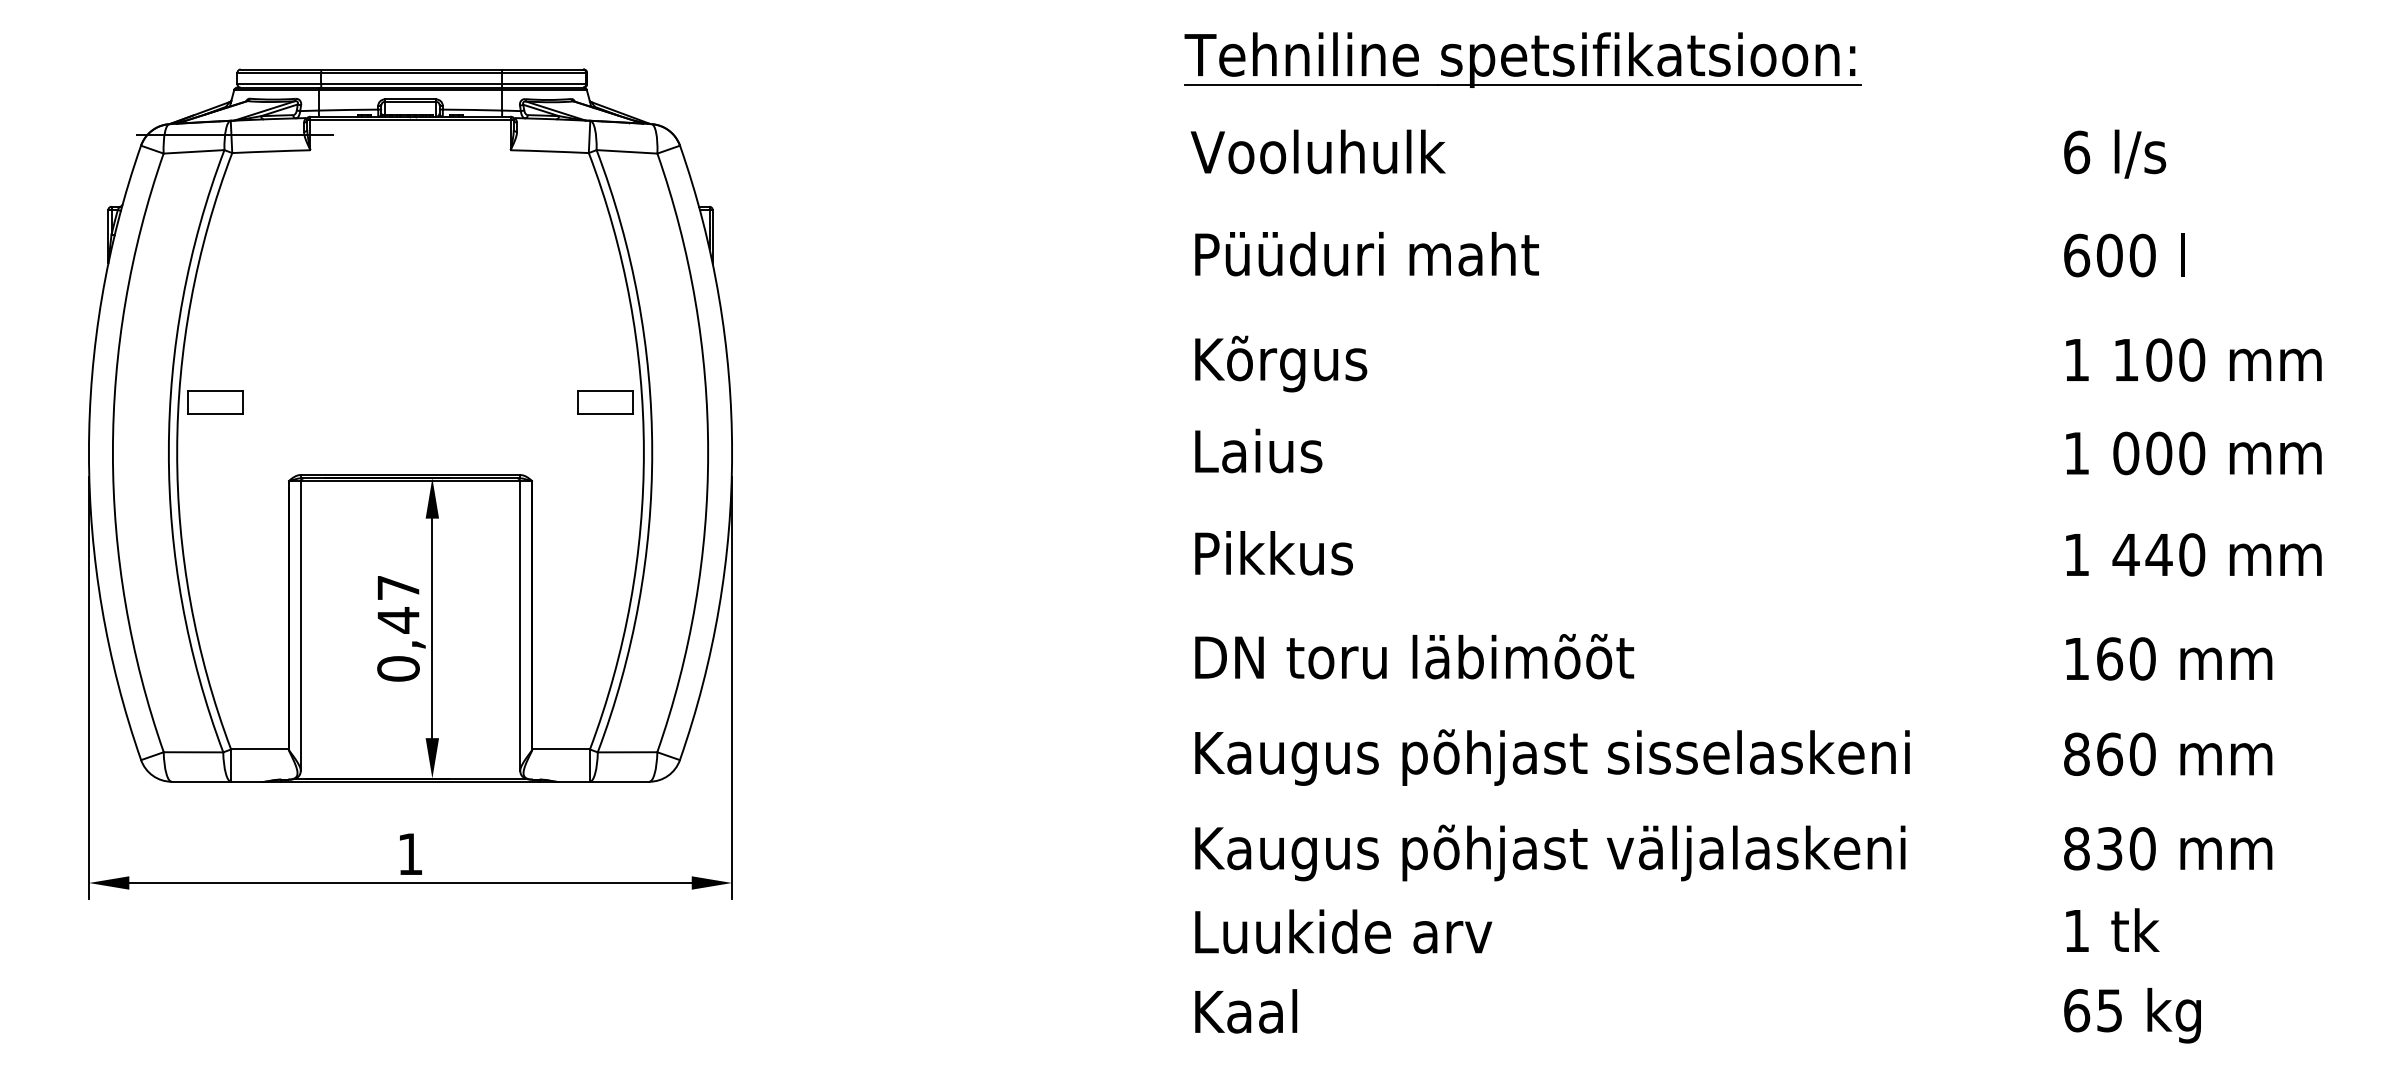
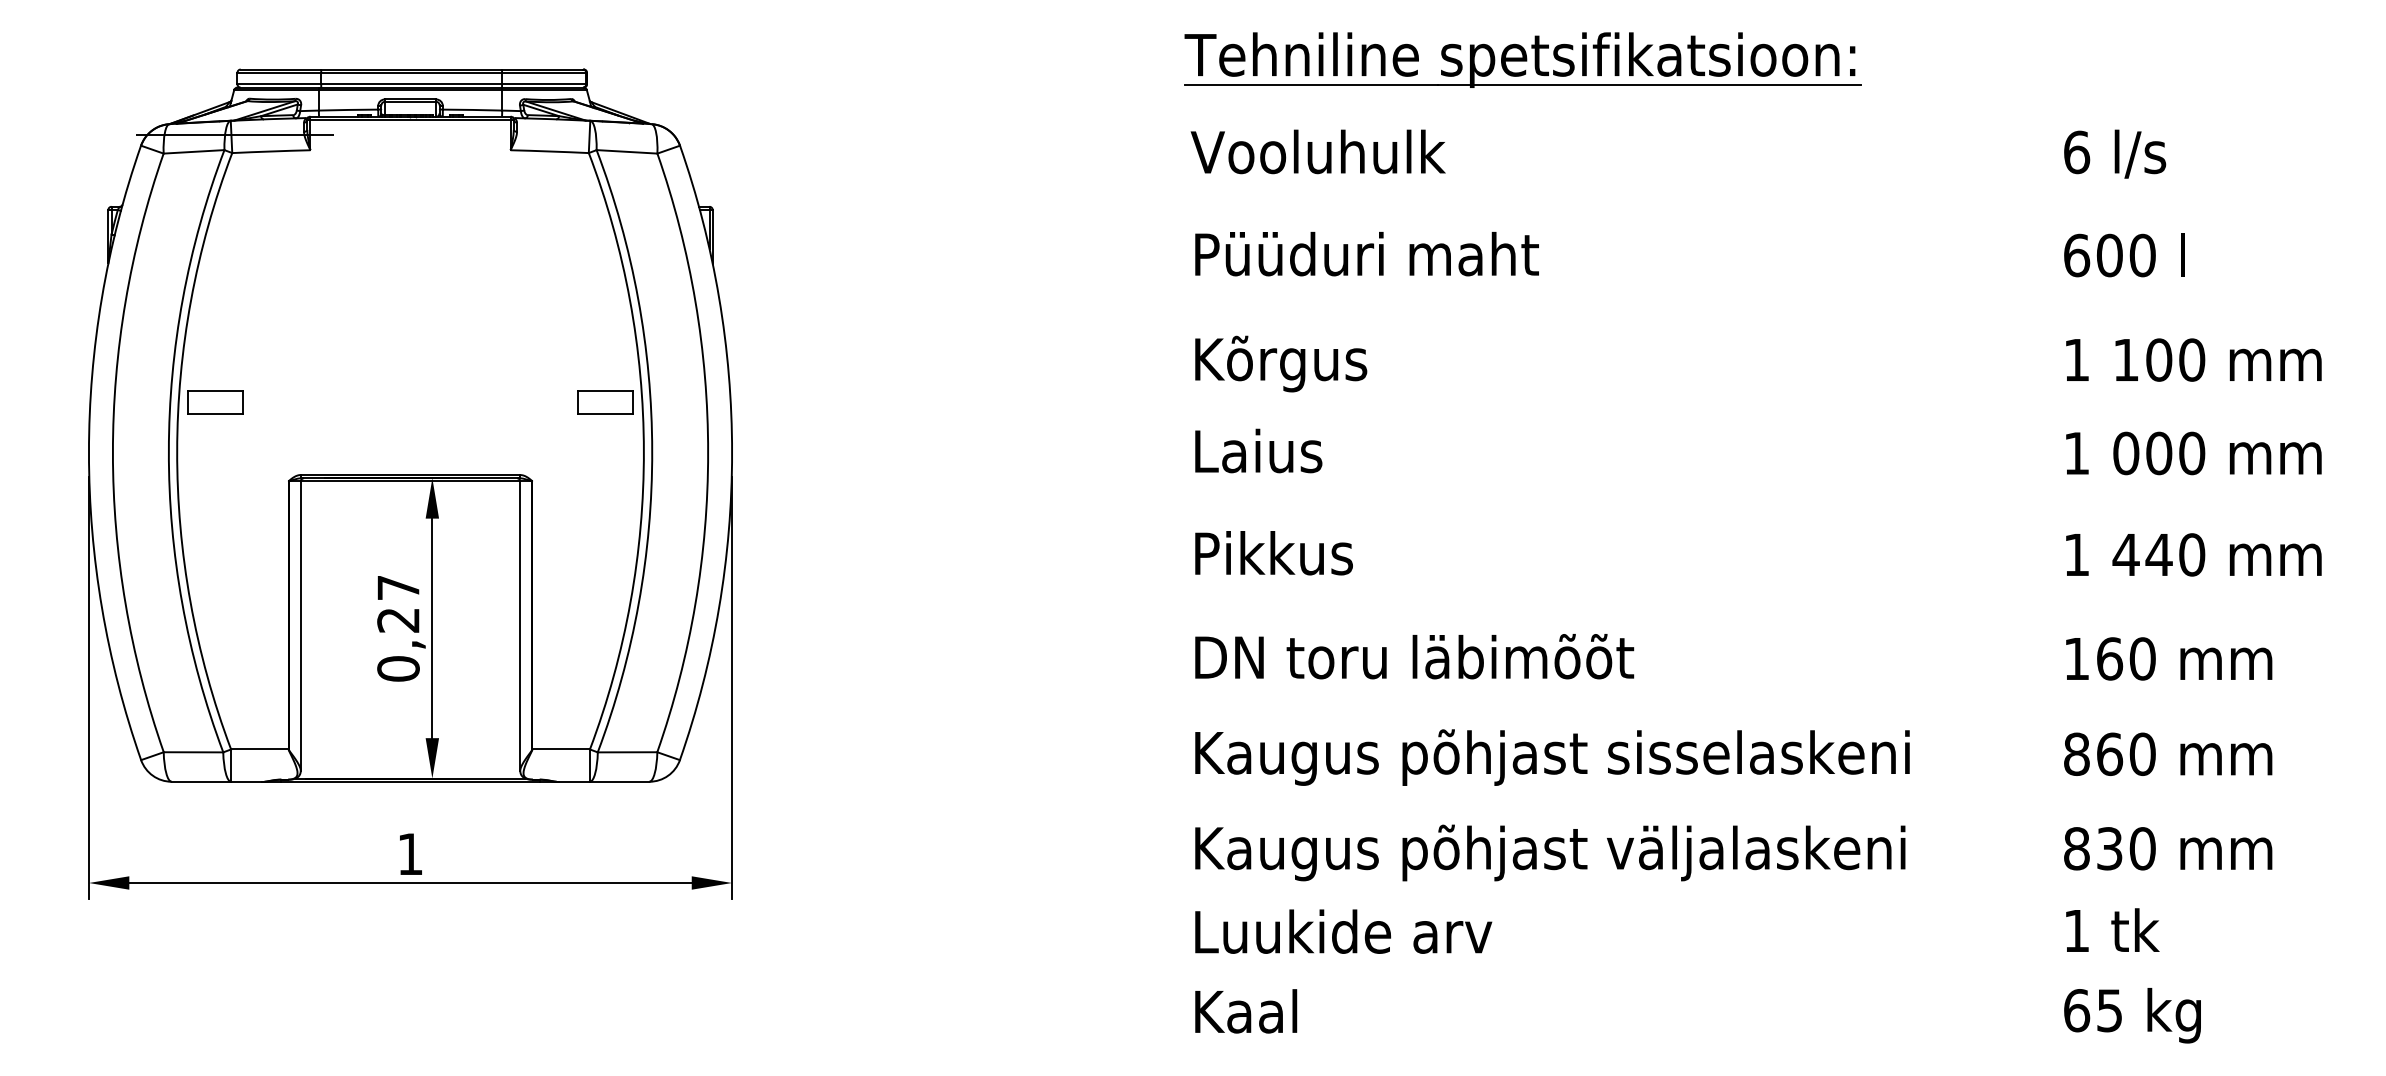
text at (398, 620): 0,47 -> 0,27
